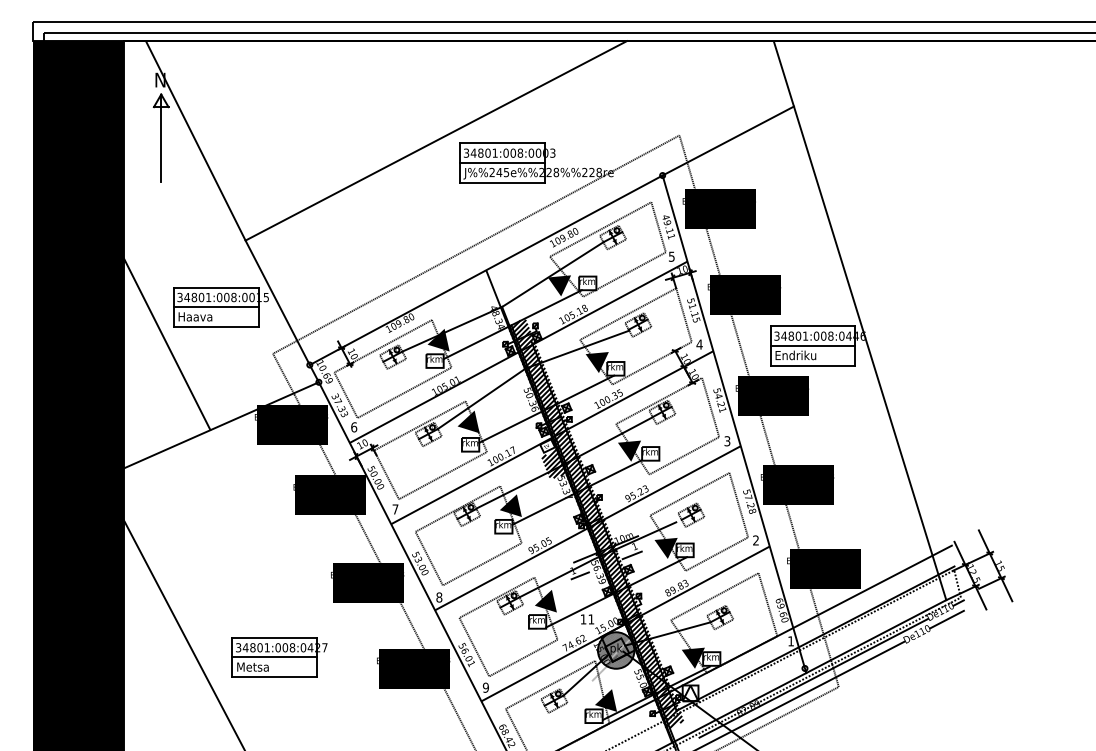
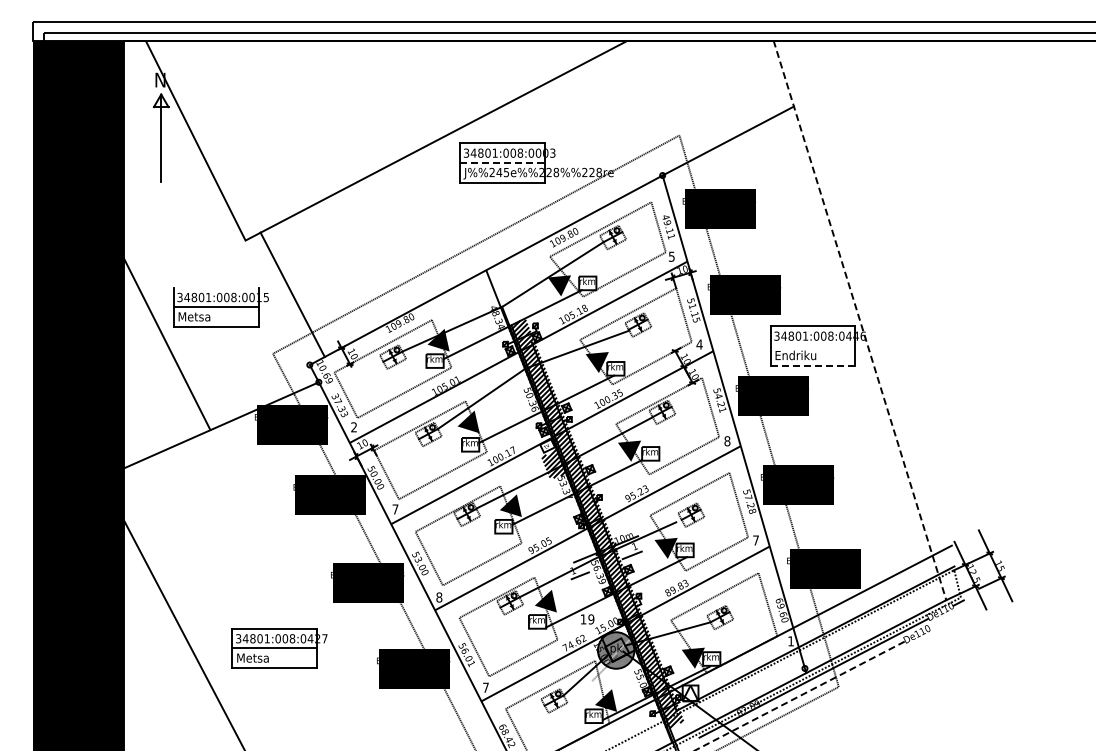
line at (503, 162): solid -> dashed
line at (215, 287): present -> none
line at (277, 302) position: (277, 302) -> (292, 294)
text at (195, 316): Haava -> Metsa
line at (859, 320): solid -> dashed
line at (812, 345): present -> none
line at (813, 365): solid -> dashed
text at (354, 427): 6 -> 2
text at (727, 441): 3 -> 8
text at (755, 540): 2 -> 7
text at (591, 619): 11 -> 19
line at (946, 619): present -> none
part at (279, 657) position: (279, 657) -> (279, 648)
text at (485, 687): 9 -> 7
line at (799, 696): solid -> dashed
